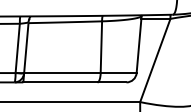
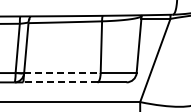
line at (62, 73): solid -> dashed
line at (59, 82): solid -> dashed
